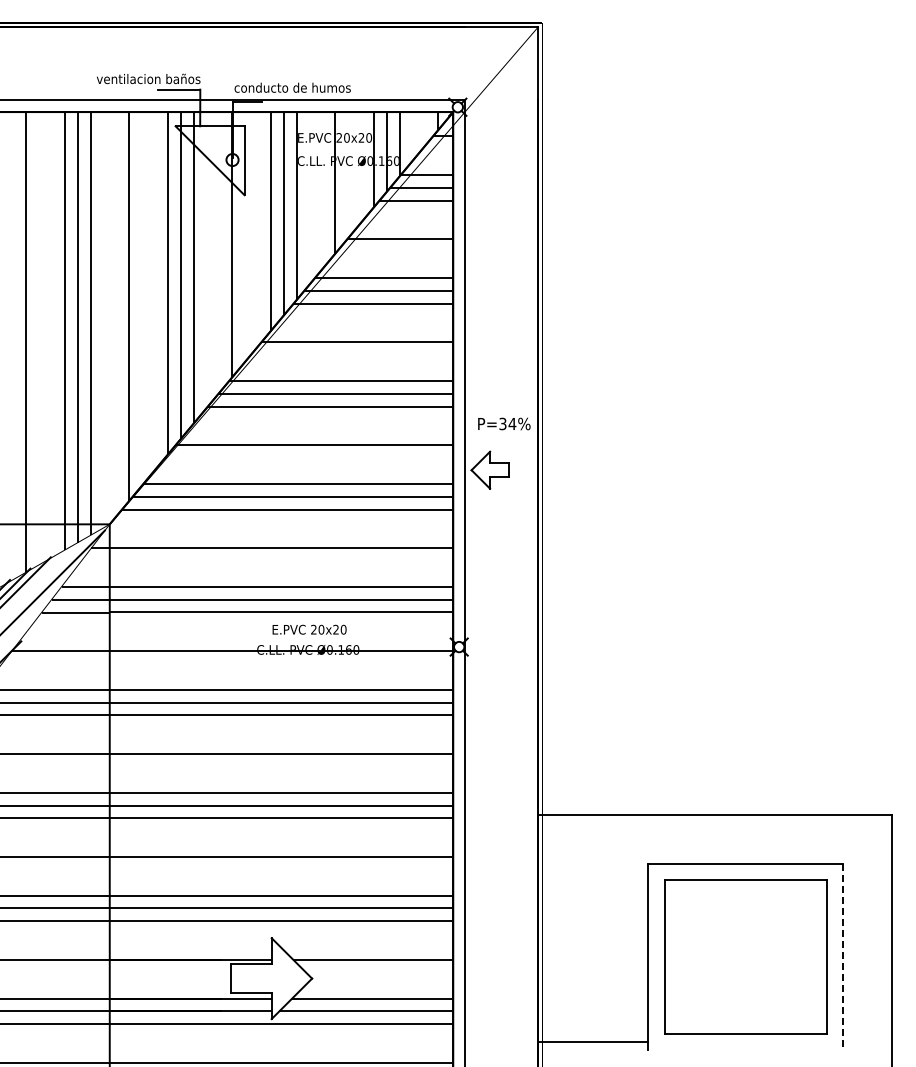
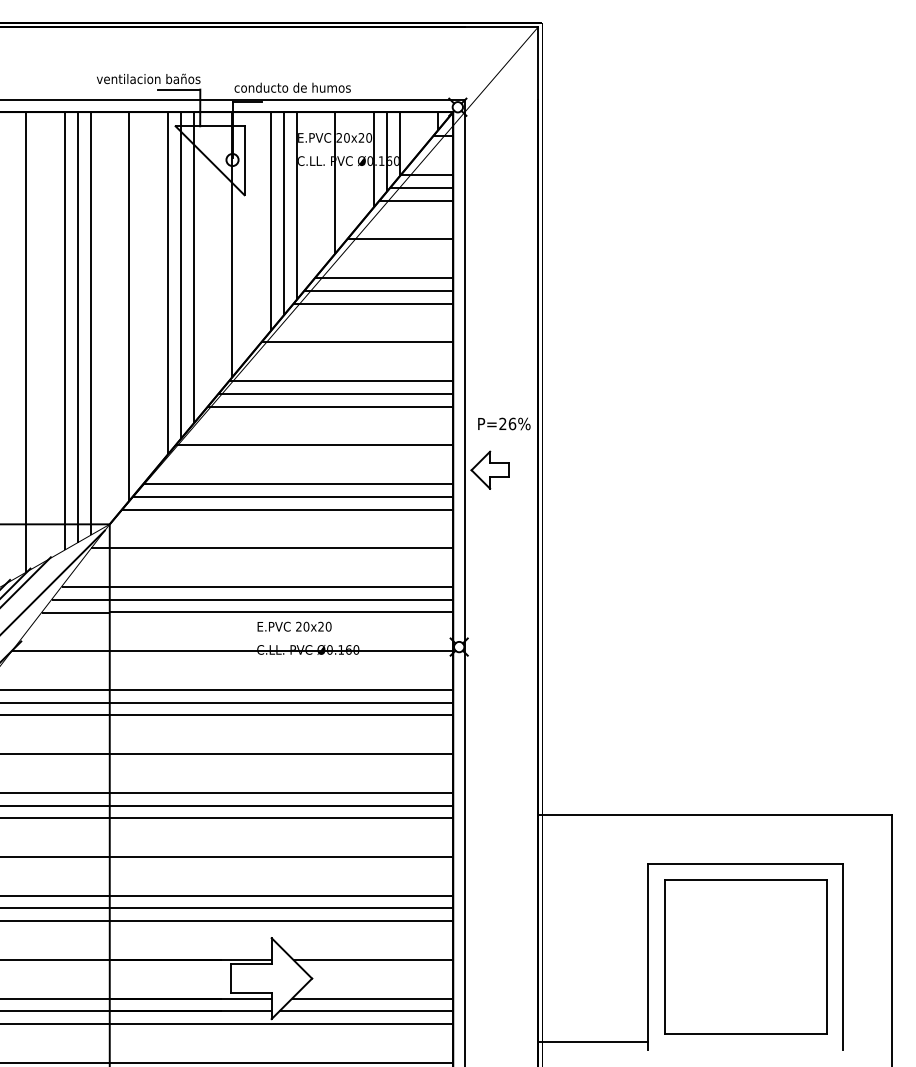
text at (507, 423): P=34% -> P=26%
text at (309, 629) position: (309, 629) -> (294, 626)
line at (842, 957): dashed -> solid
